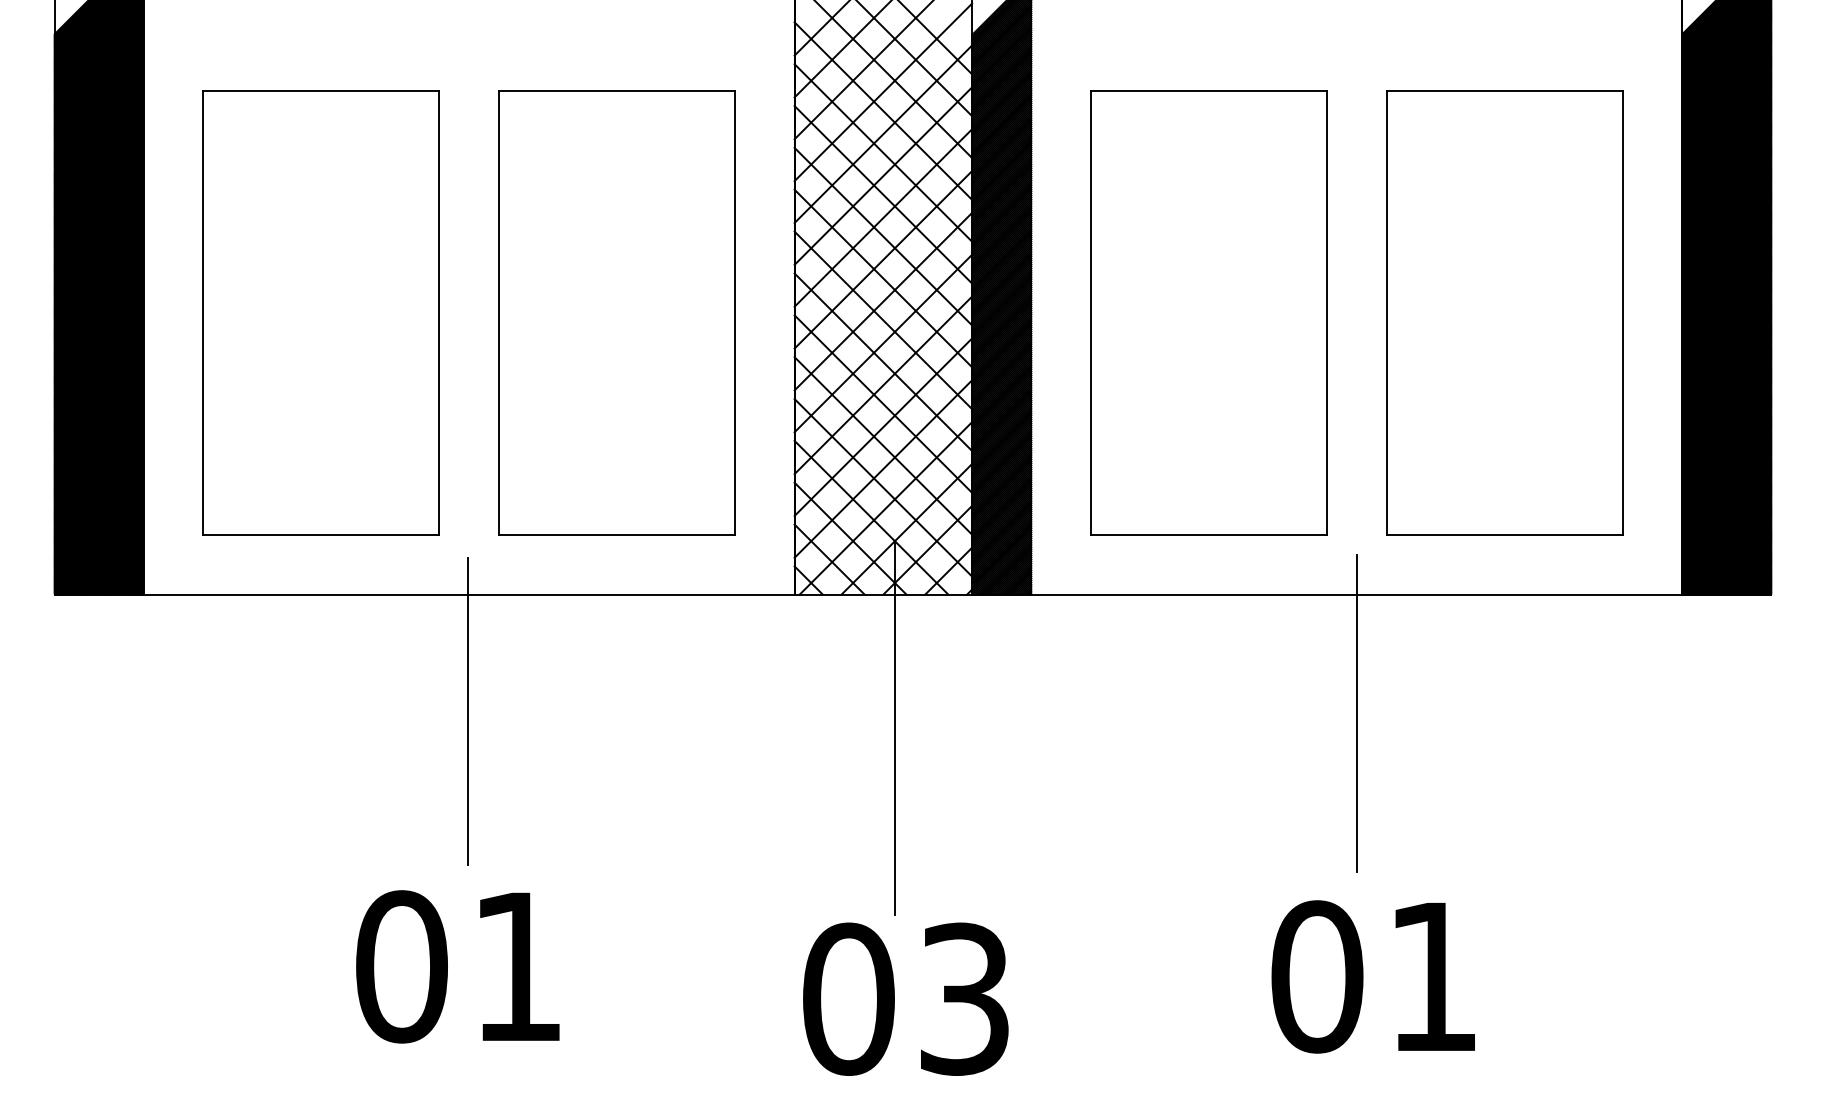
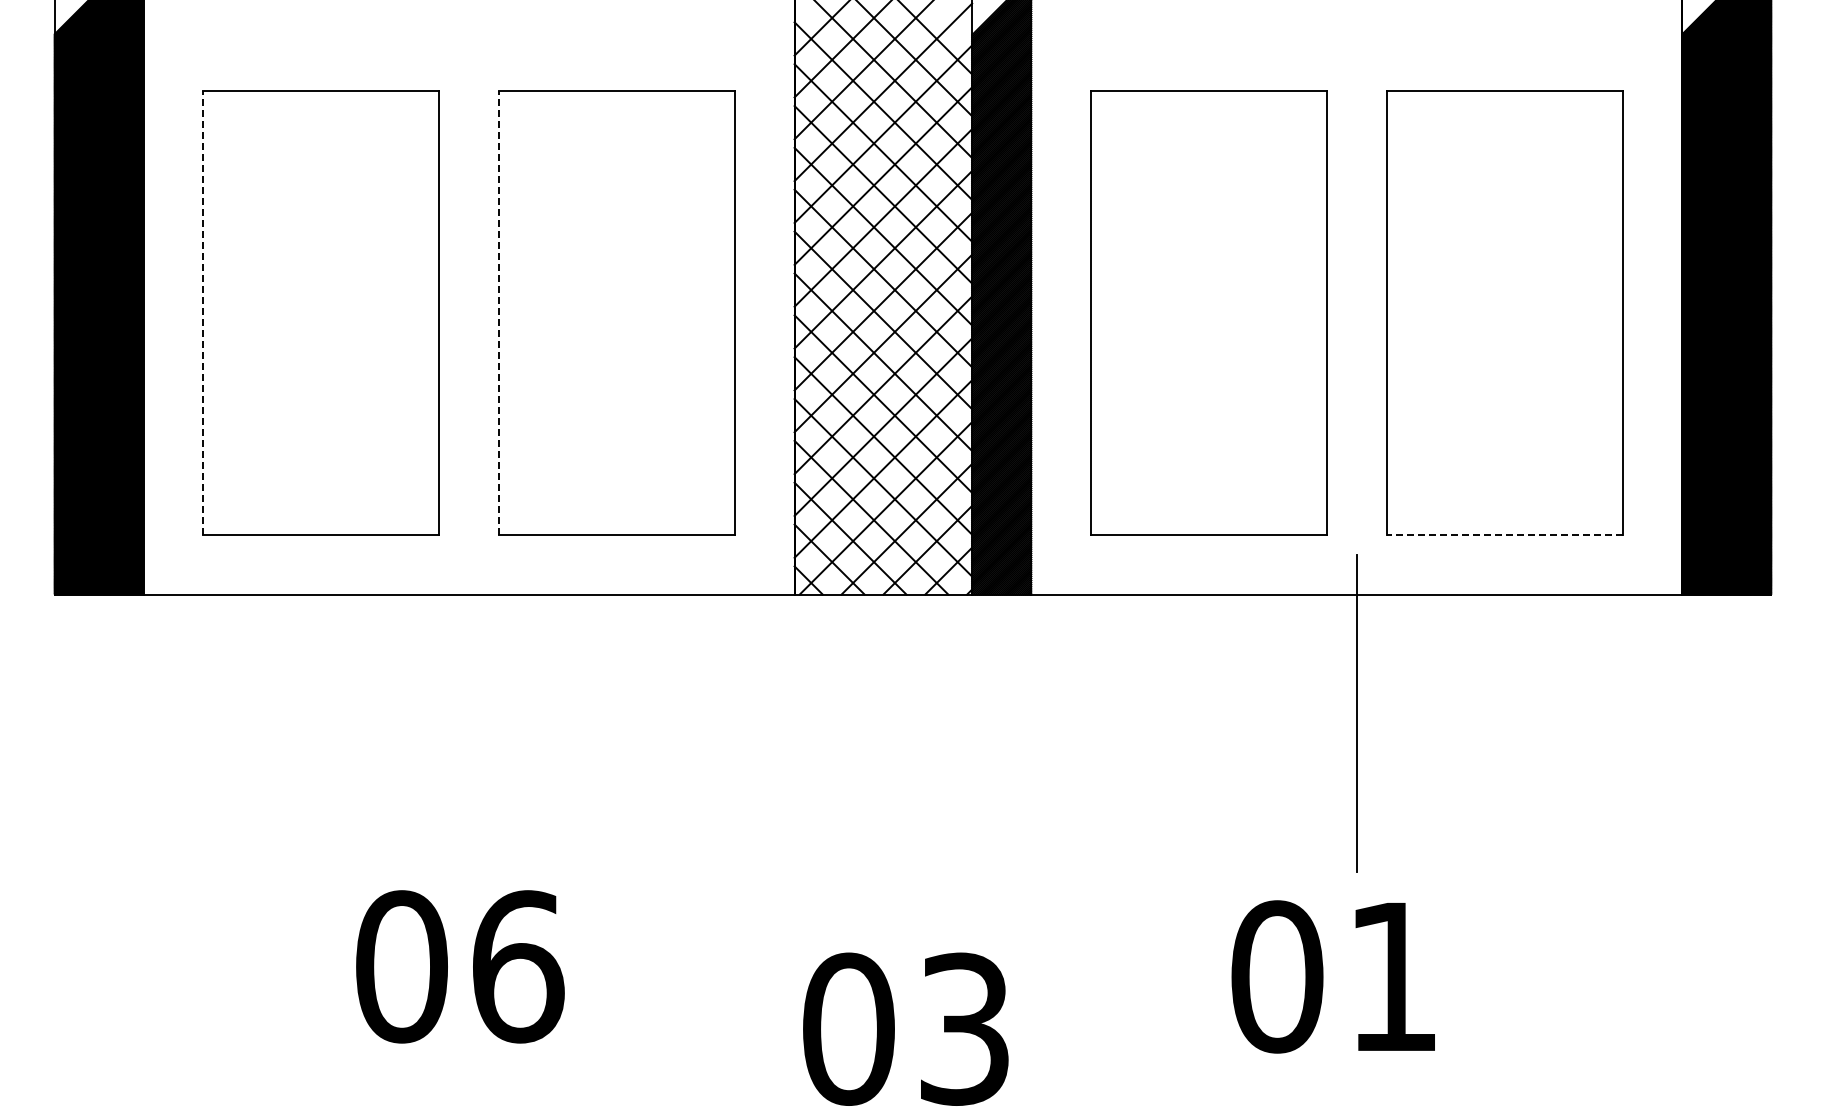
line at (202, 313): solid -> dashed
line at (498, 313): solid -> dashed
line at (1504, 535): solid -> dashed
line at (467, 711): present -> none
line at (894, 728): present -> none
text at (518, 966): 01 -> 06
text at (1372, 976) position: (1372, 976) -> (1332, 976)
text at (905, 998) position: (905, 998) -> (905, 1028)
